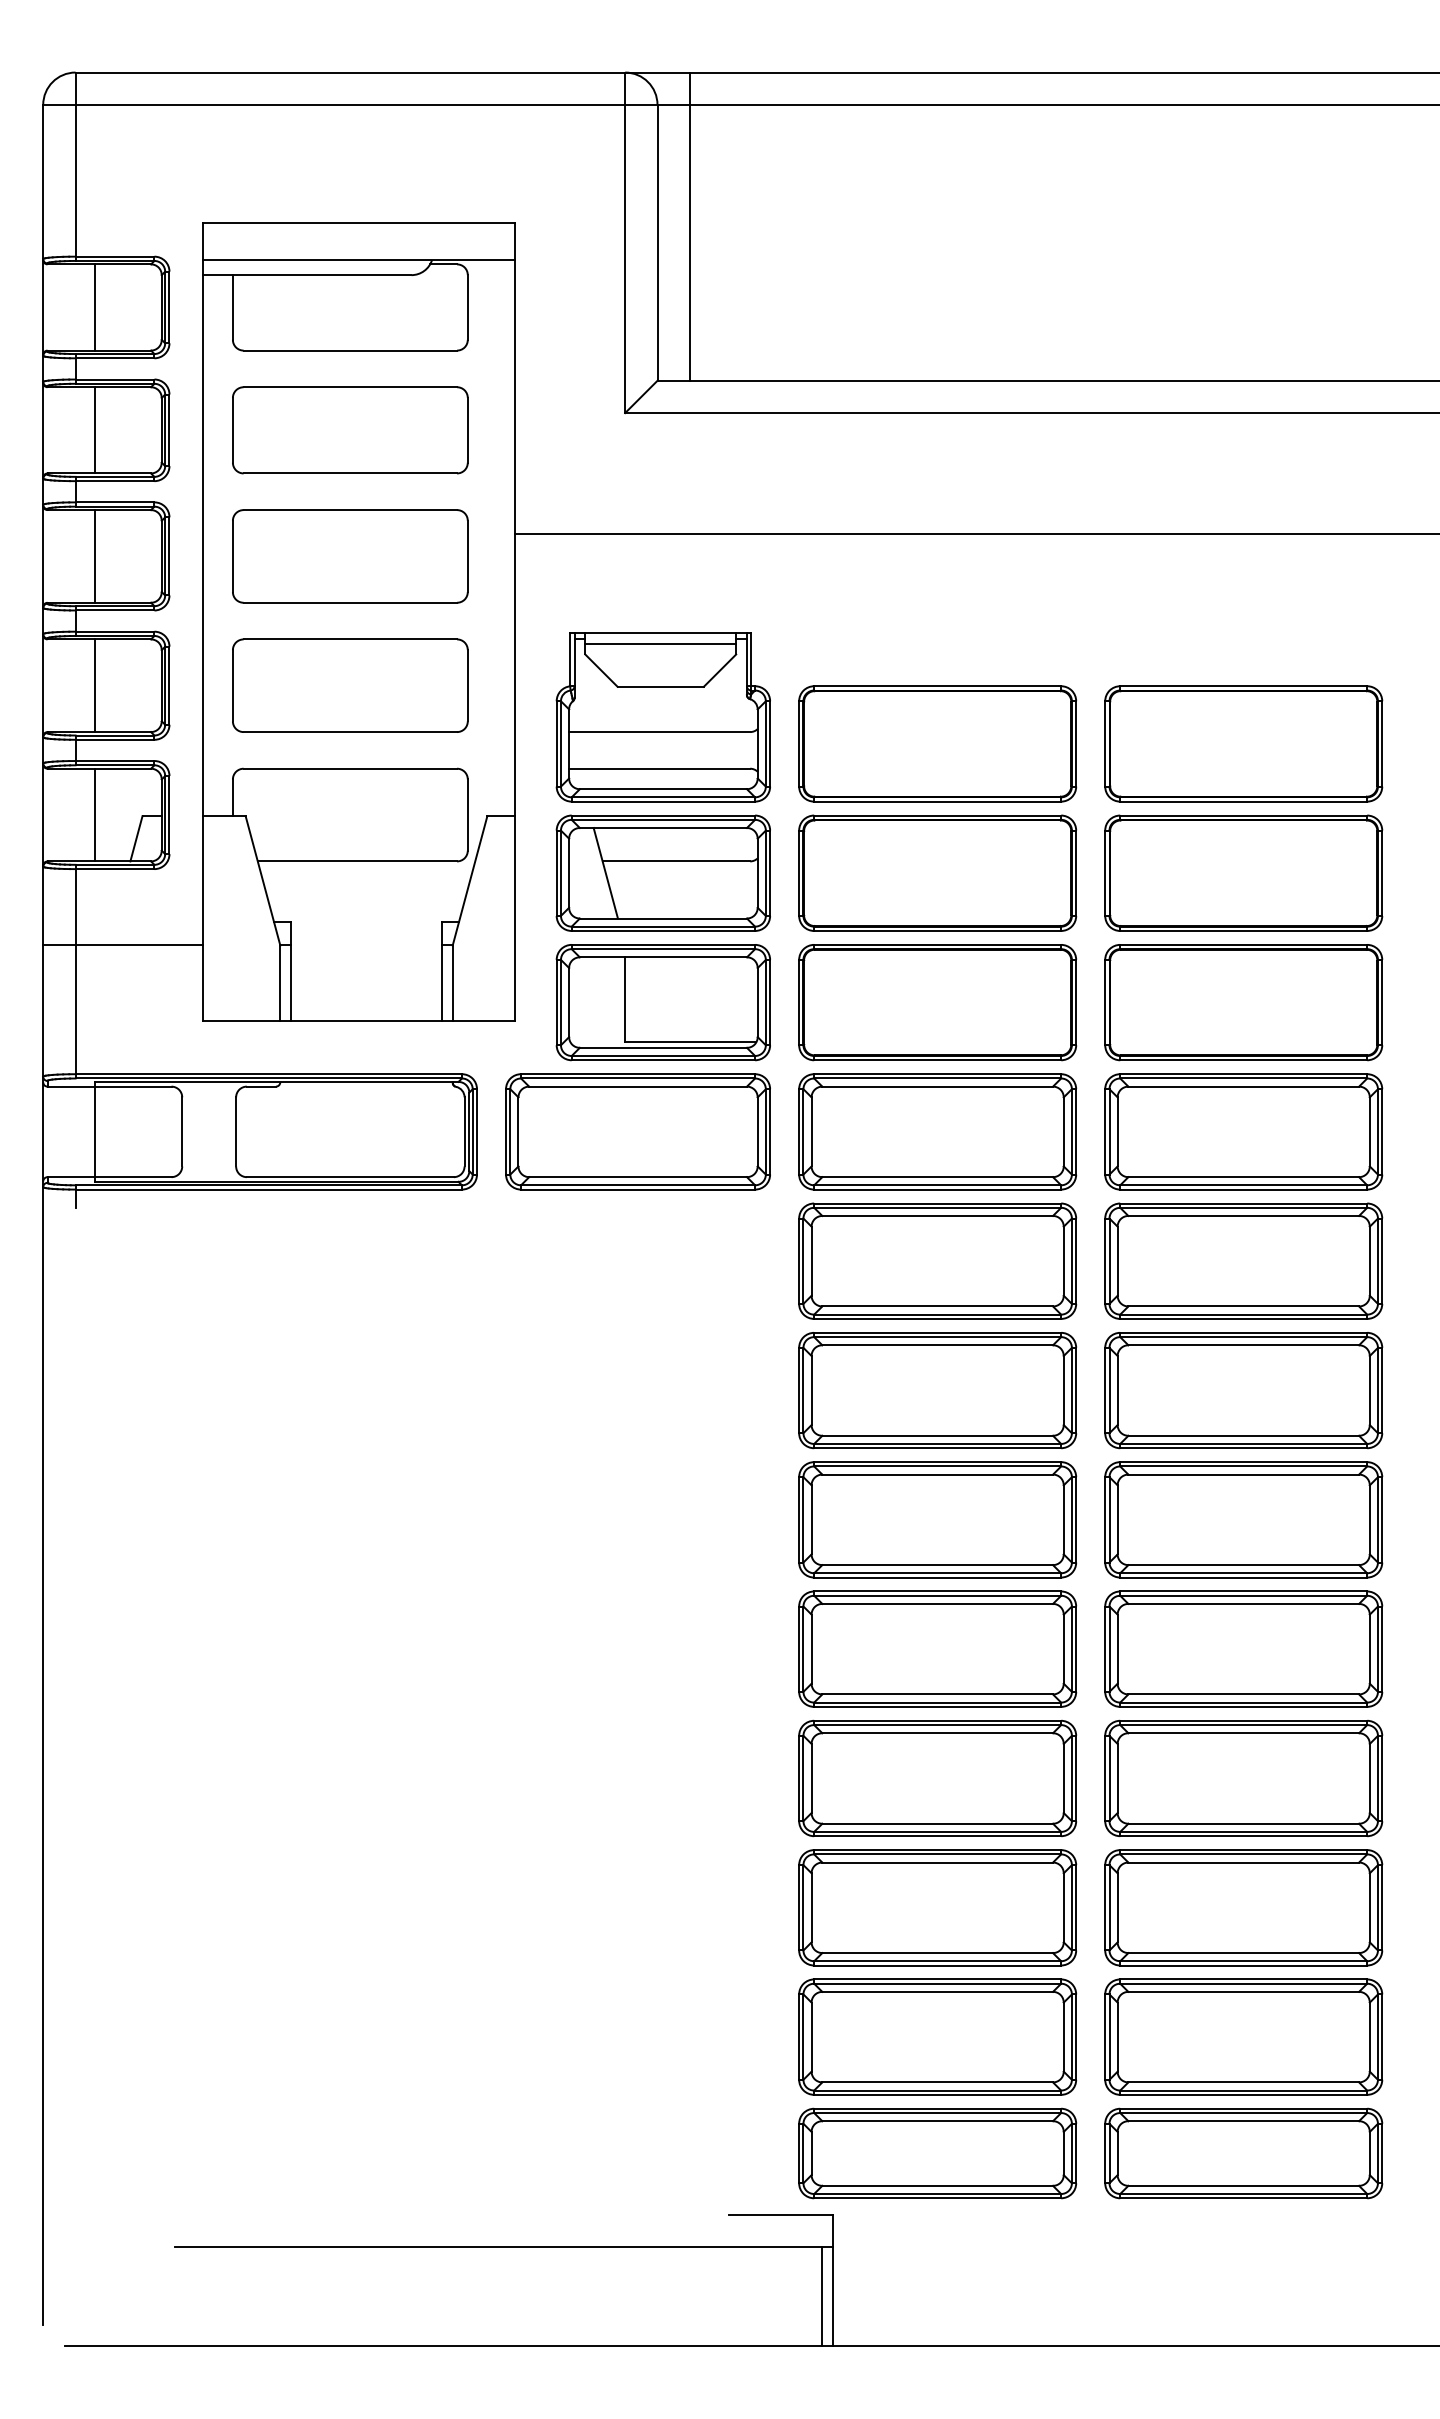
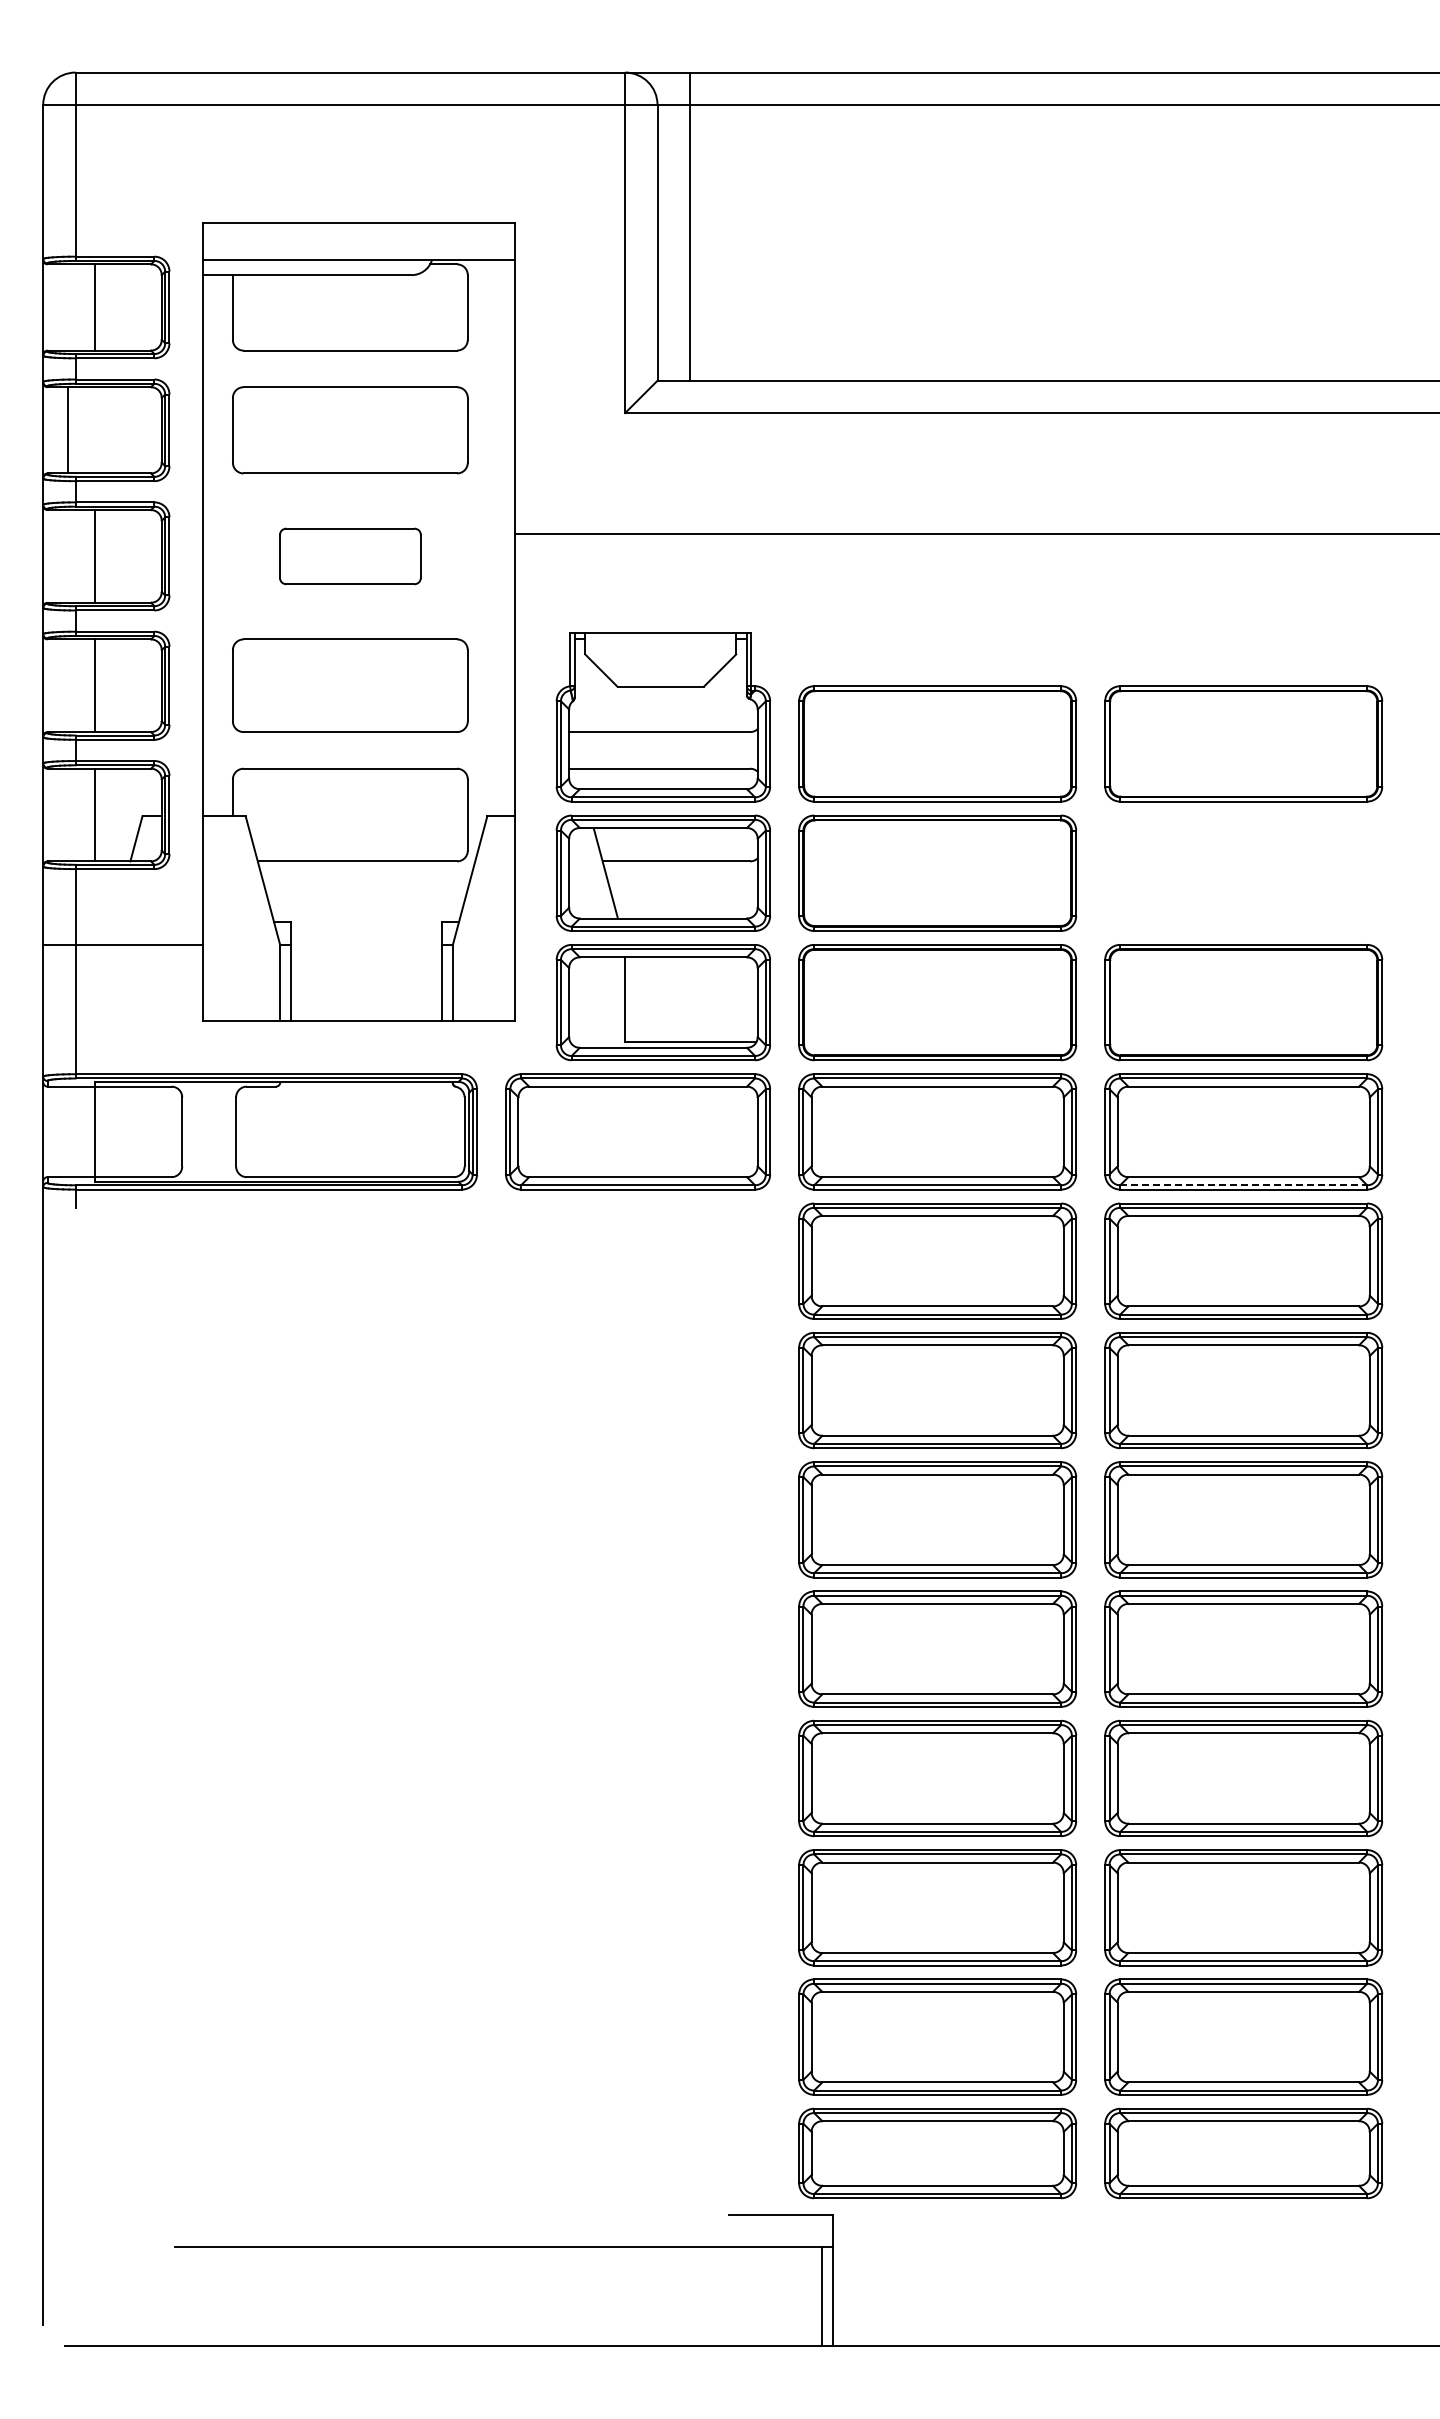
line at (94, 430) position: (94, 430) -> (67, 430)
part at (350, 556) size: 237x95 px -> 143x59 px
line at (660, 643): present -> none
part at (1243, 872): present -> none
line at (1244, 1185): solid -> dashed
